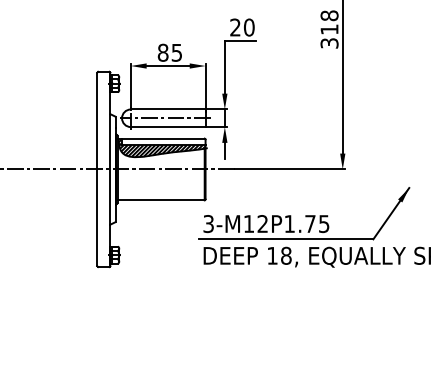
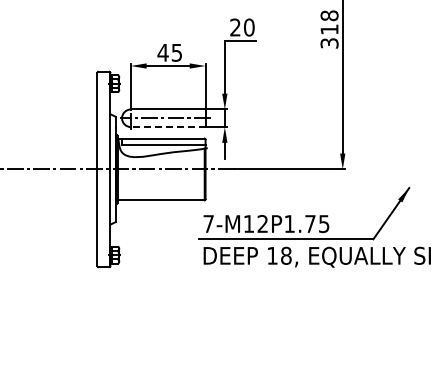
text at (162, 52): 85 -> 45
line at (167, 127): solid -> dashed
hatch at (161, 147): present -> none
text at (208, 224): 3-M12P1.75 -> 7-M12P1.75
